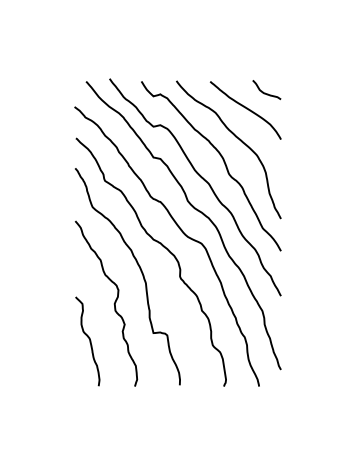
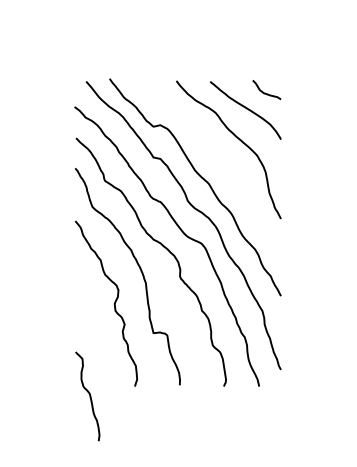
curve at (223, 162): present -> none
curve at (89, 341) position: (89, 341) -> (89, 396)
